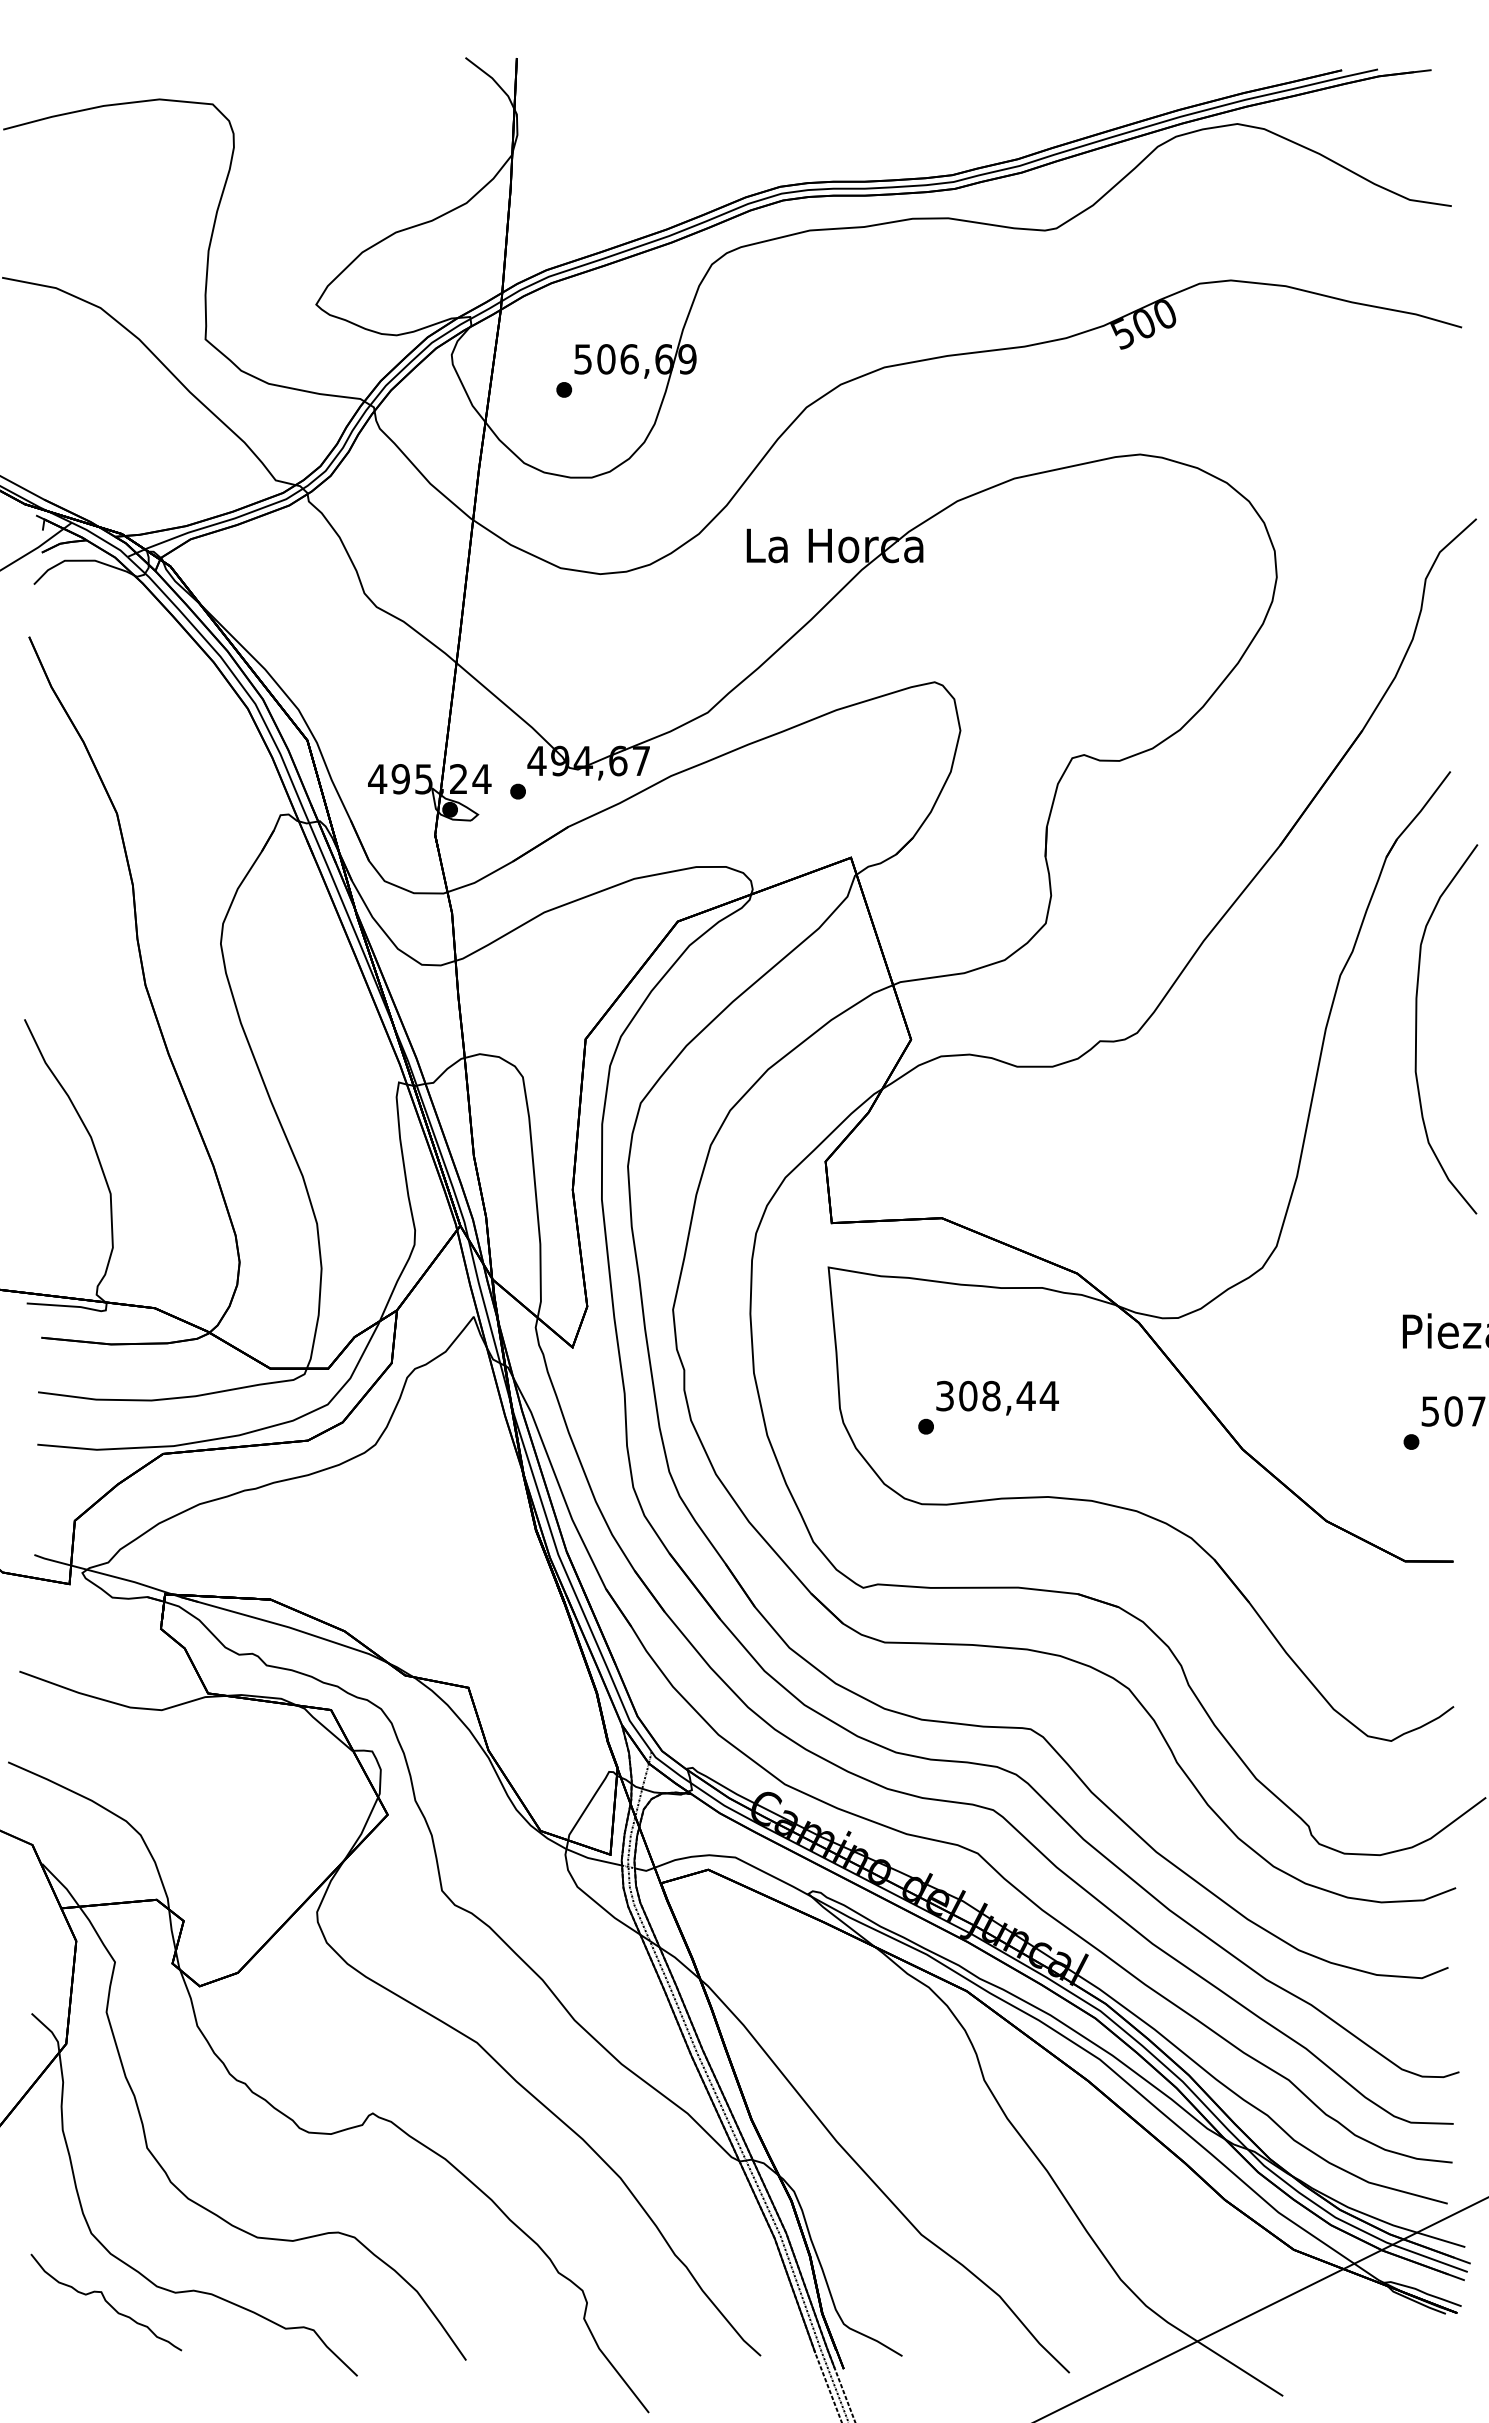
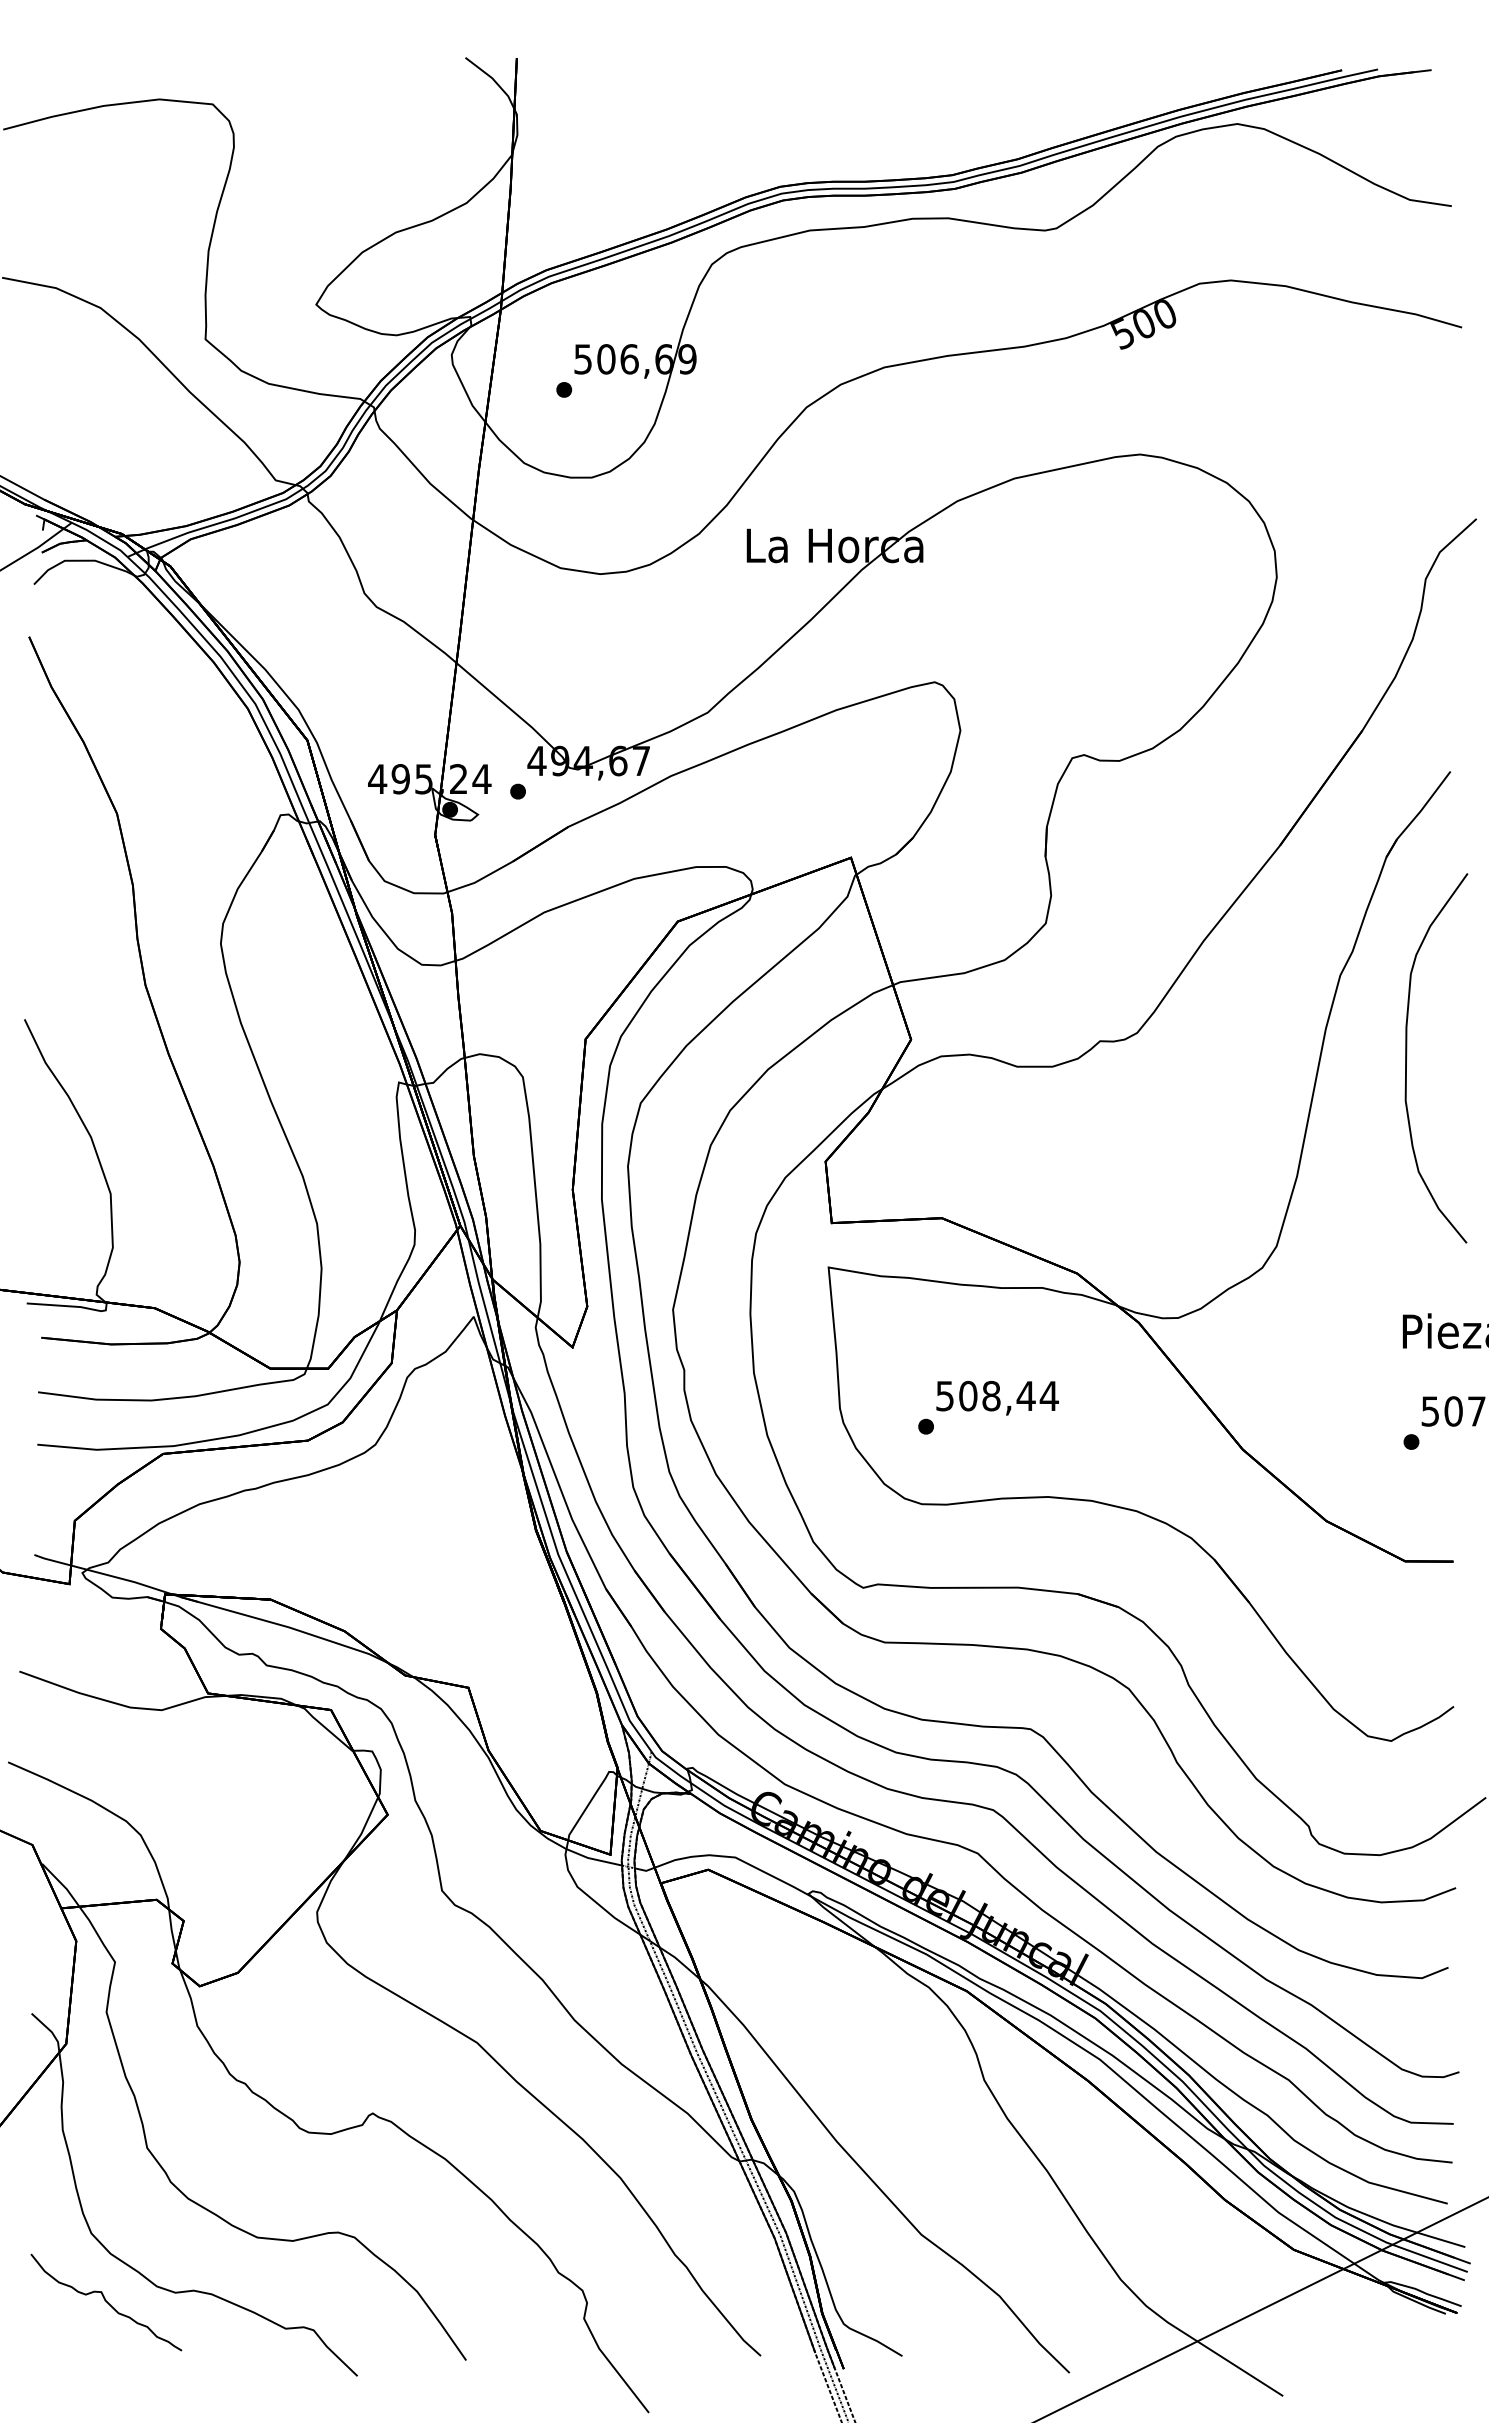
part at (1417, 1026) position: (1417, 1026) -> (1407, 1055)
text at (944, 1395): 308,44 -> 508,44
